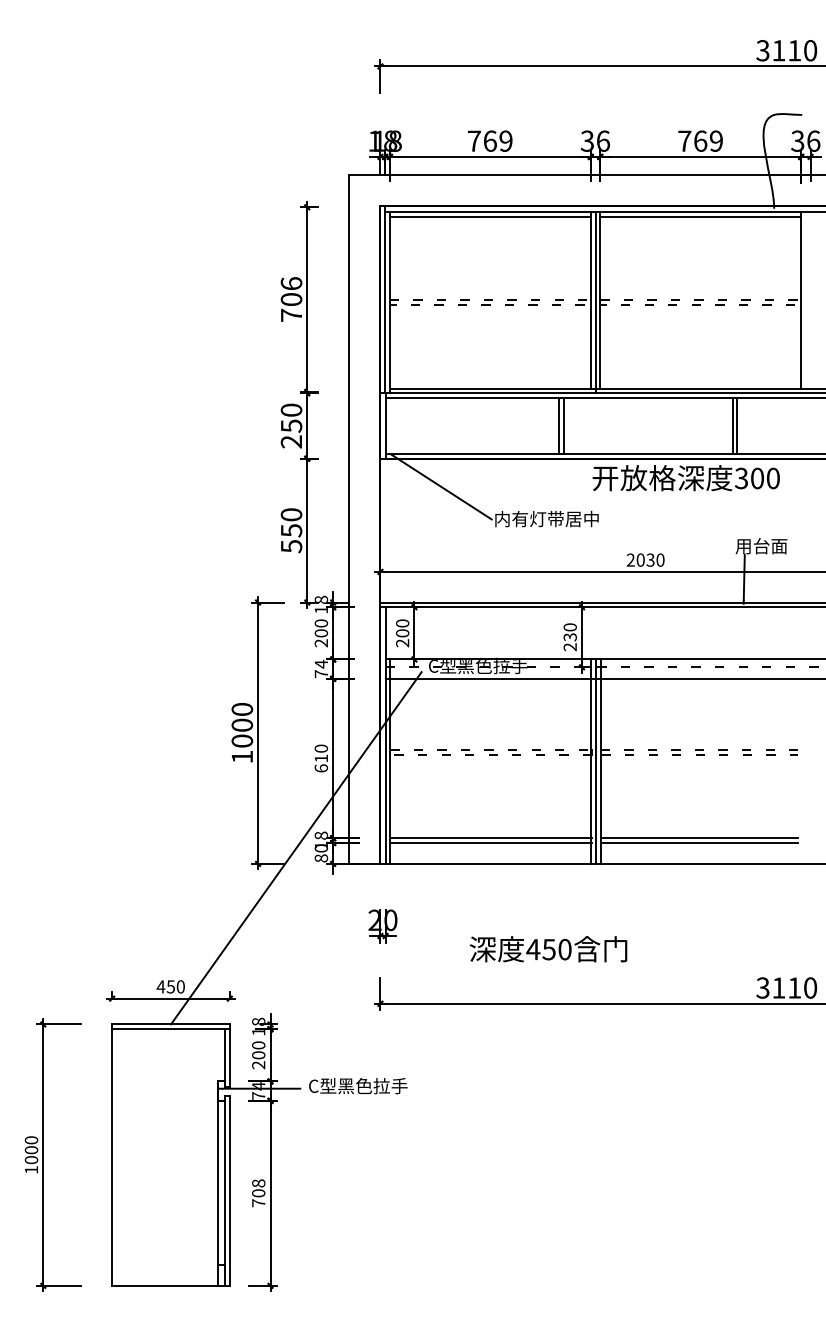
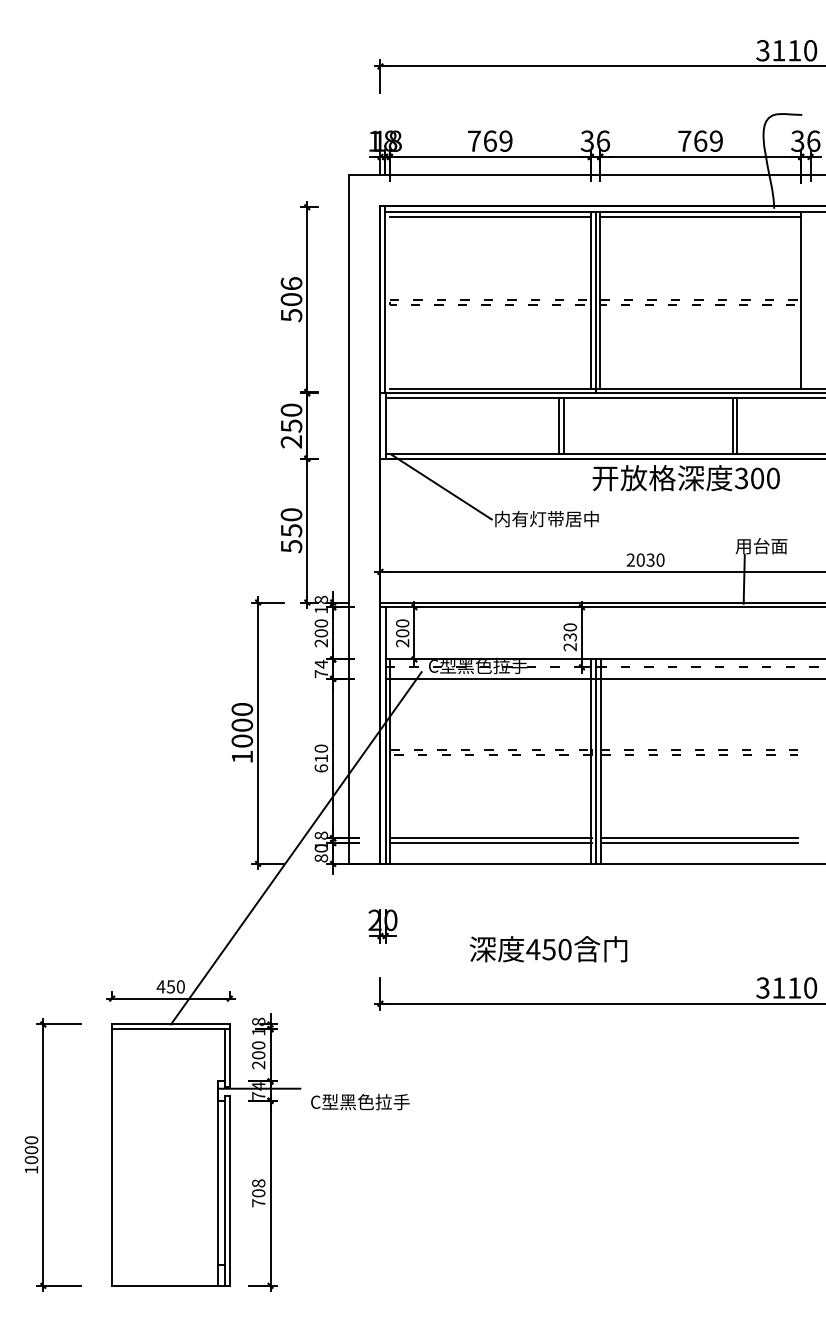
line at (389, 302): present -> none
text at (291, 315): 706 -> 506
text at (358, 1086) position: (358, 1086) -> (360, 1102)
